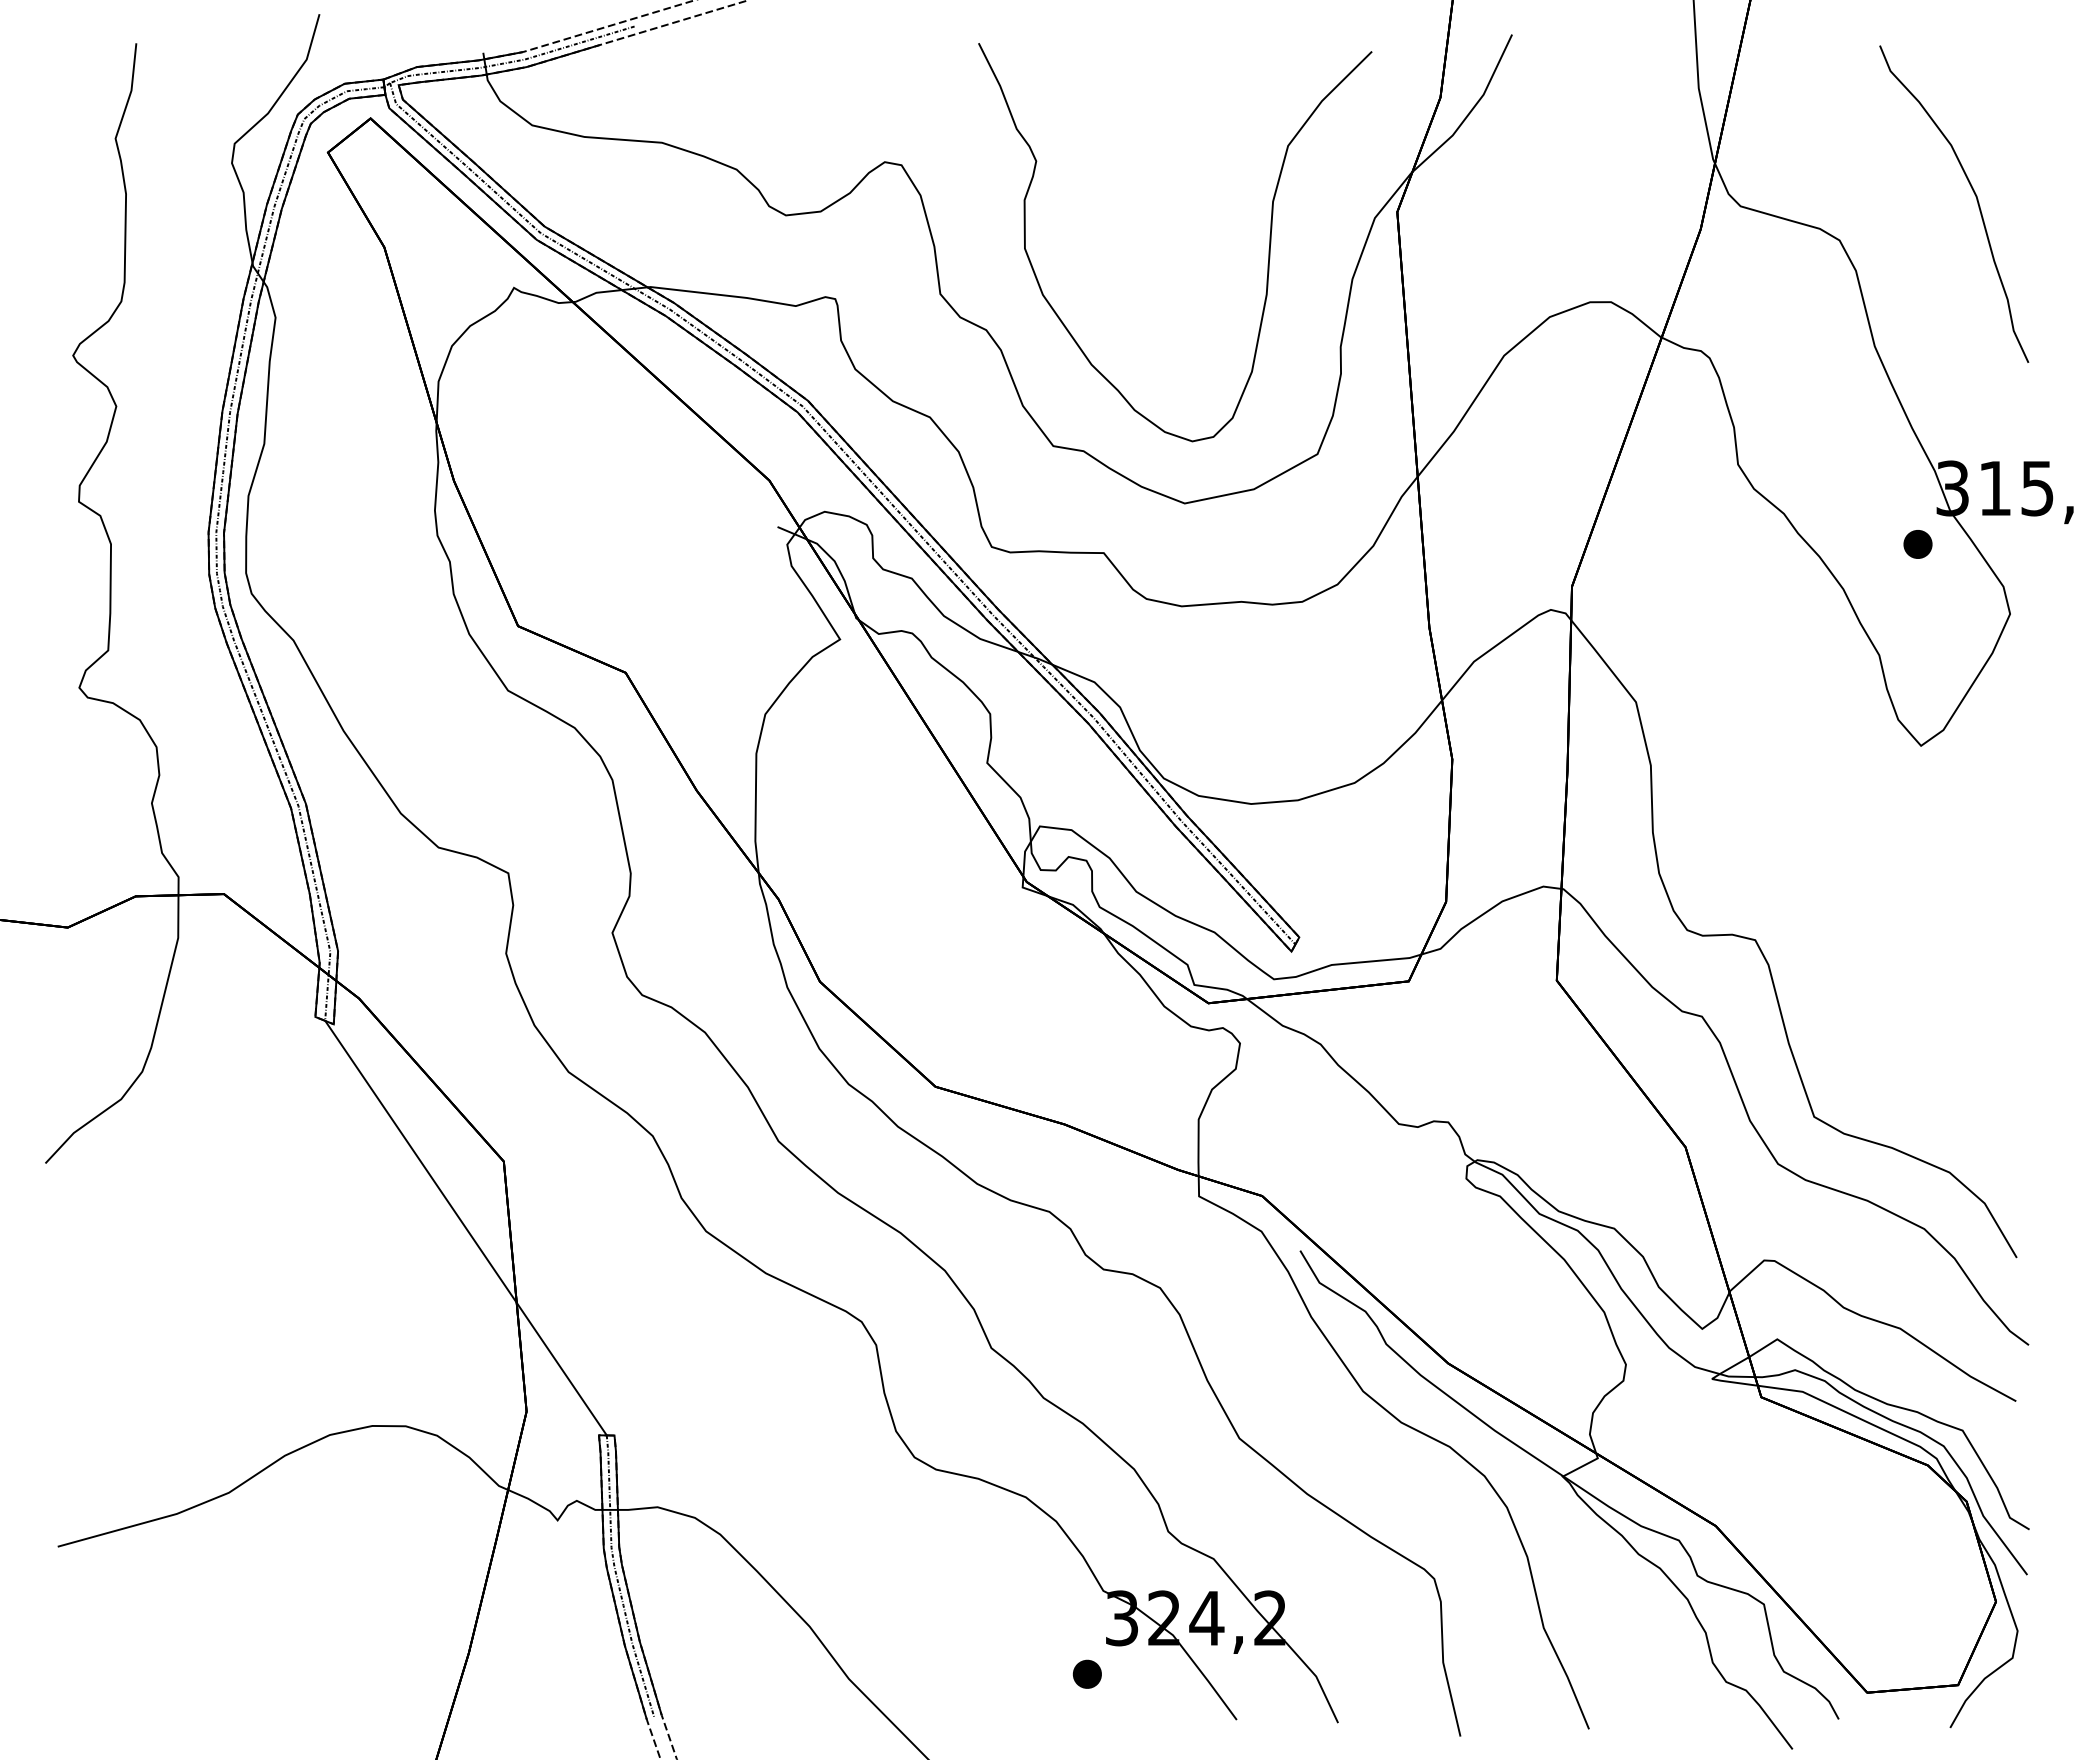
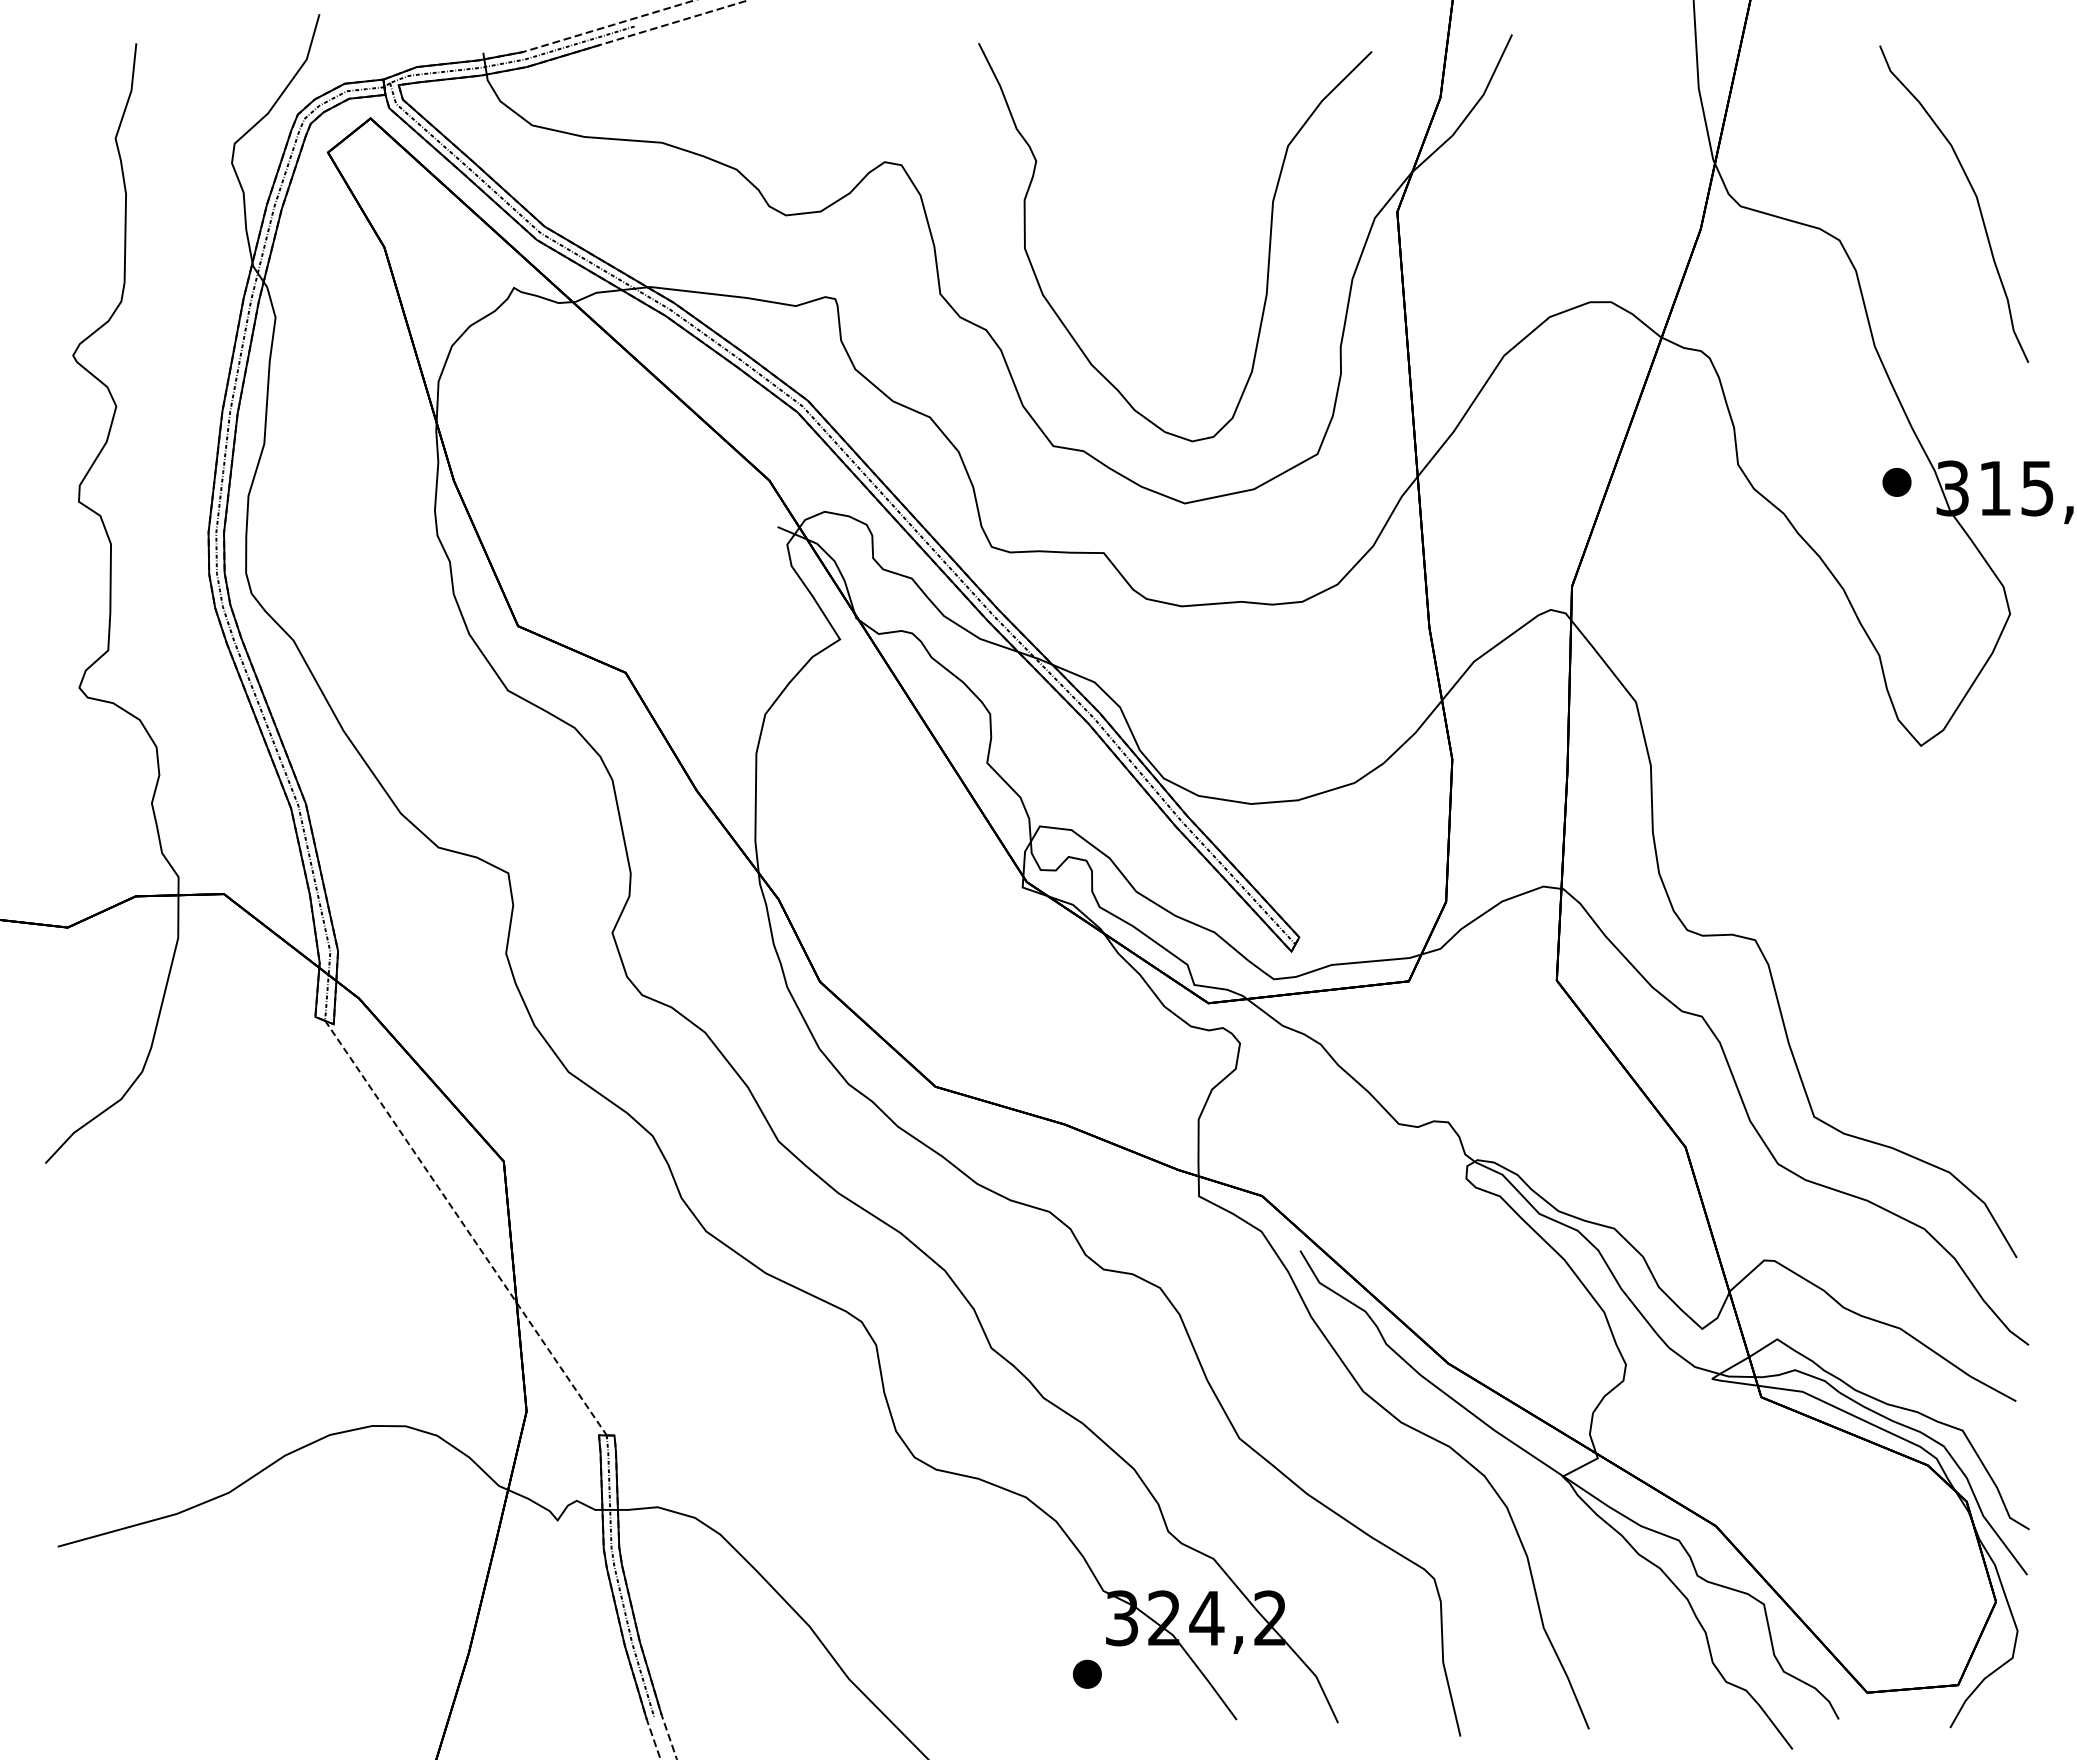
part at (1917, 544) position: (1917, 544) -> (1896, 482)
line at (465, 1228): solid -> dashed
